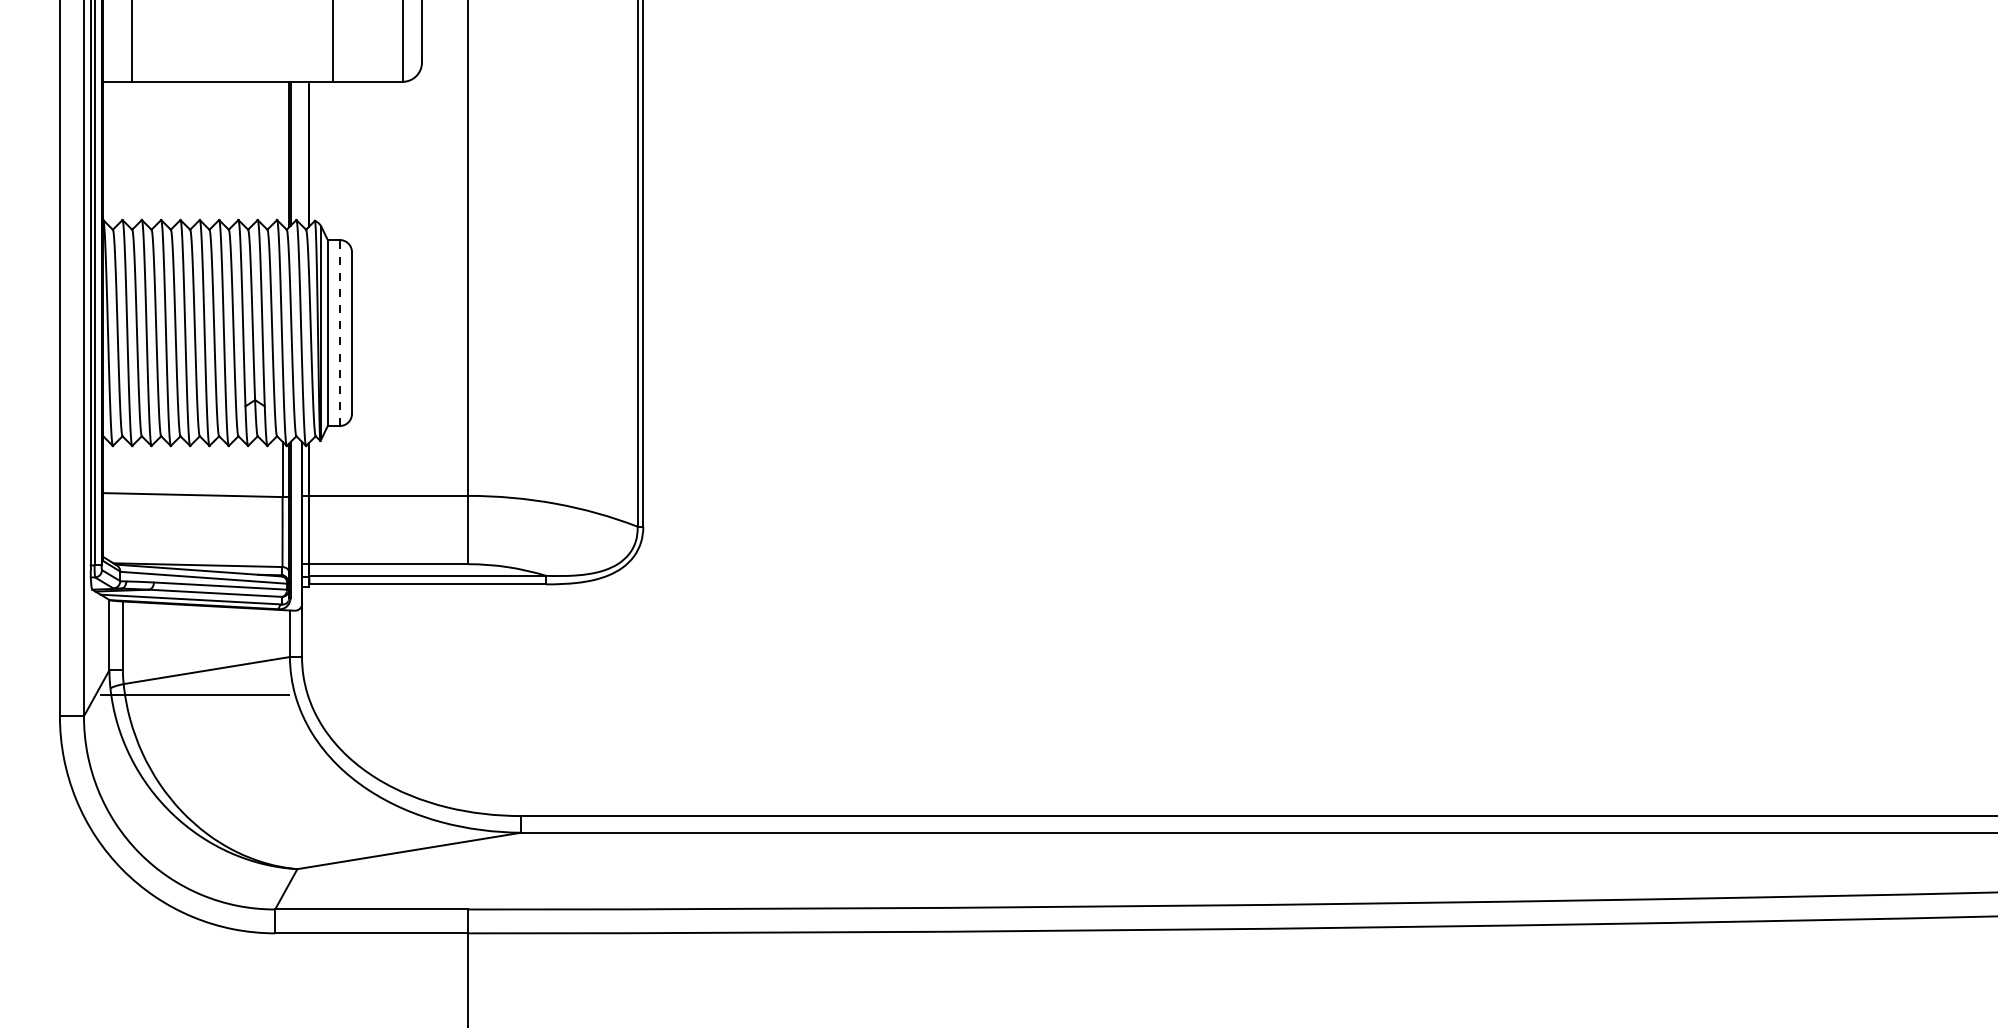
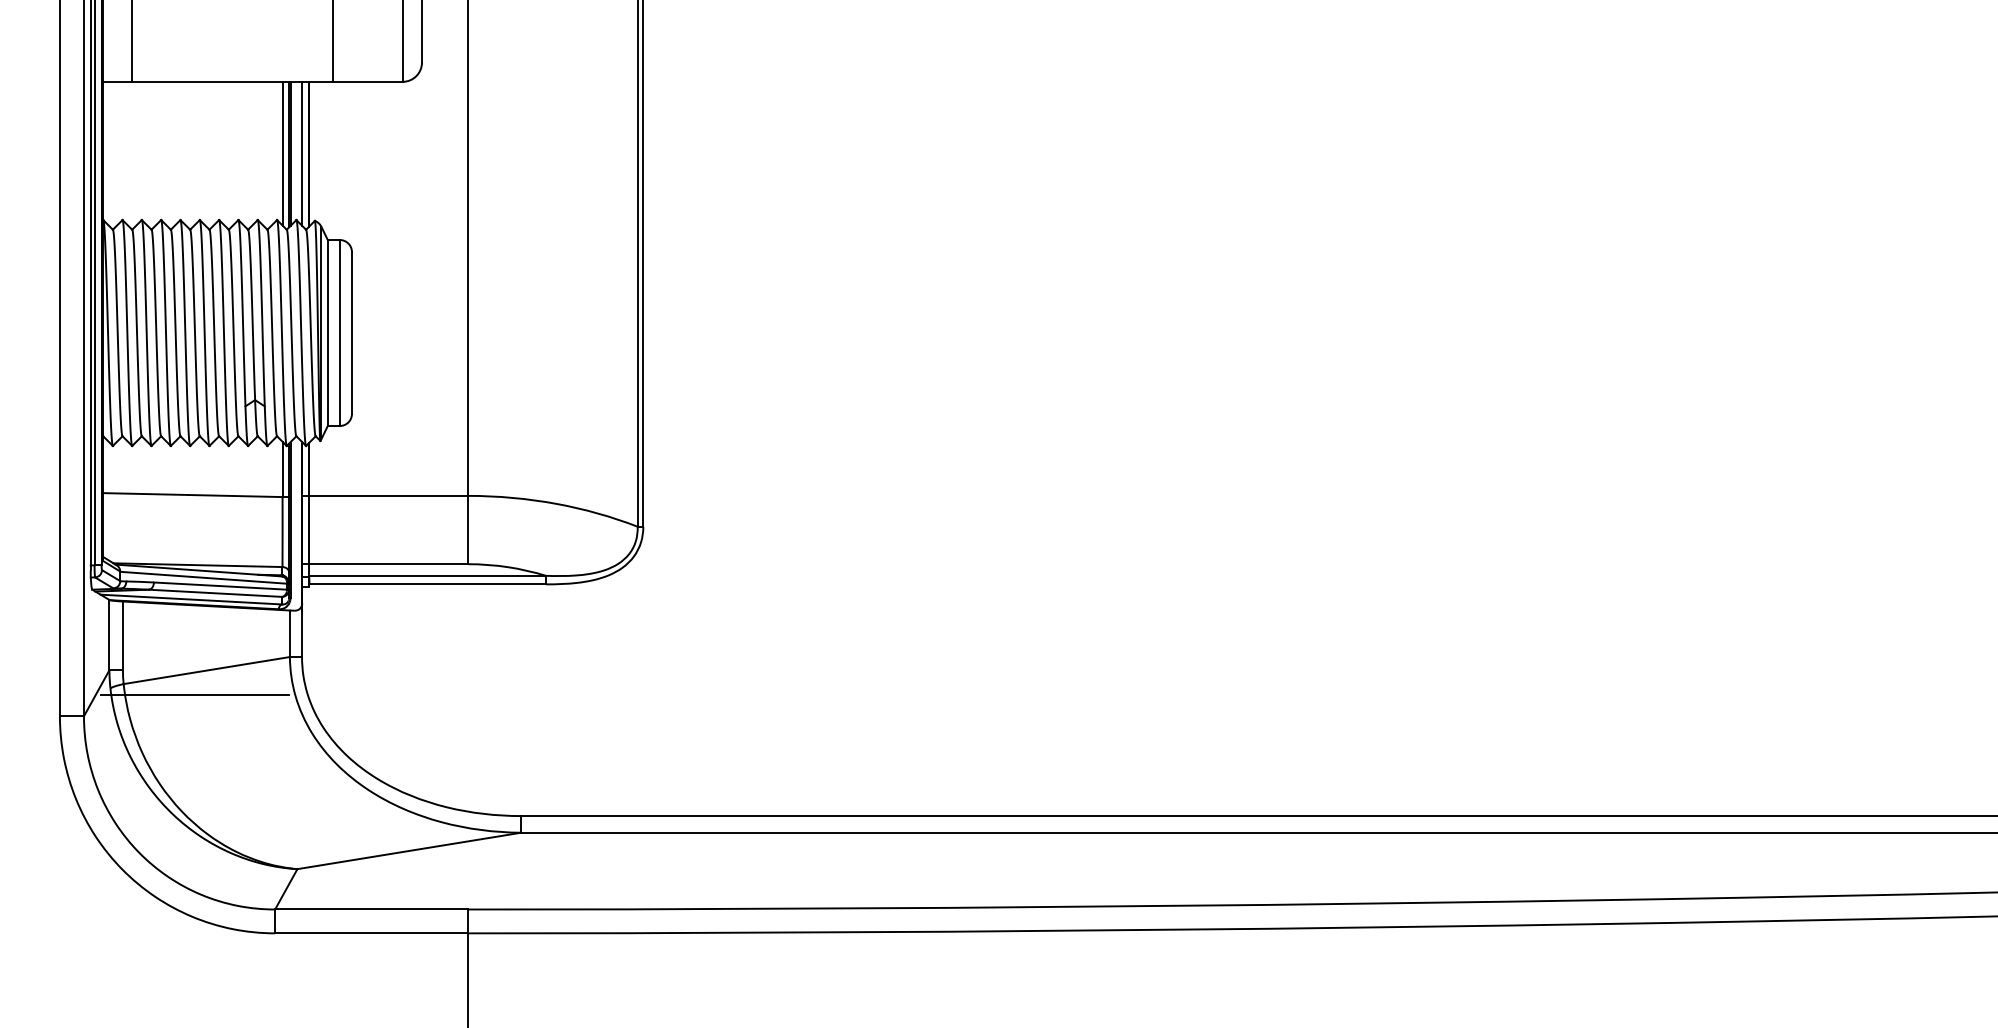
line at (282, 153): none -> present
line at (302, 153): none -> present
line at (339, 333): dashed -> solid
